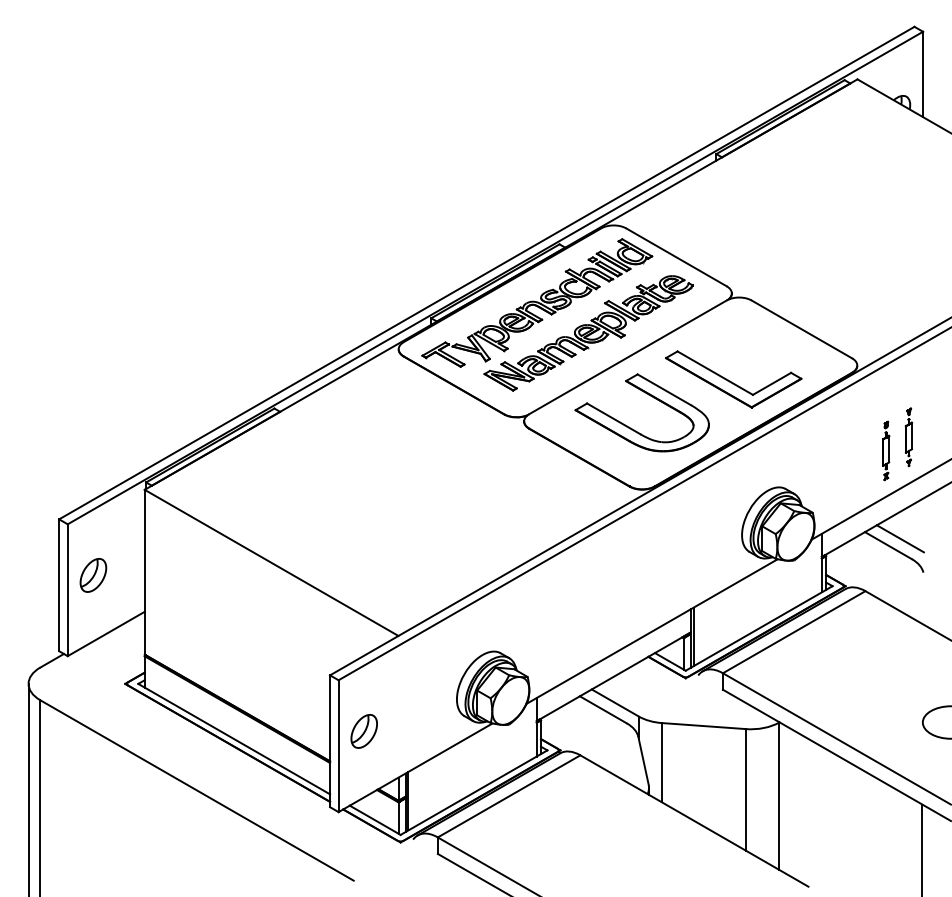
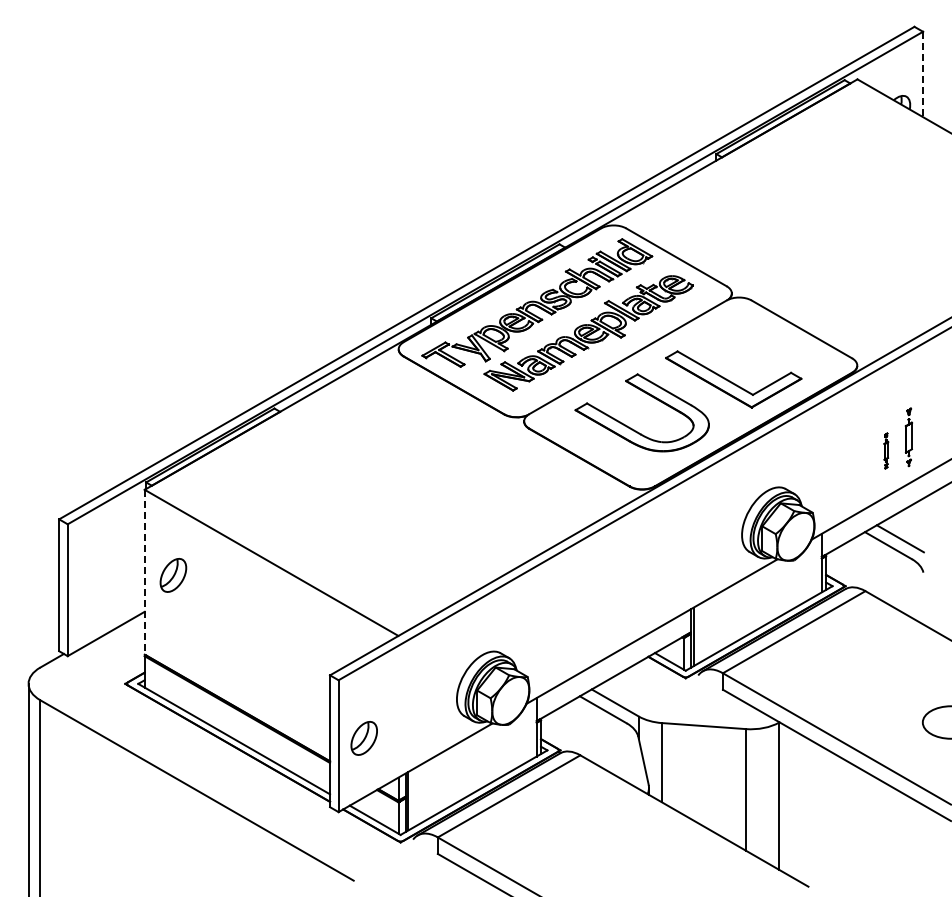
line at (923, 74): solid -> dashed
part at (886, 450) size: 9x62 px -> 7x38 px
line at (144, 572): solid -> dashed
part at (93, 575) position: (93, 575) -> (173, 575)
part at (363, 731) position: (363, 731) -> (363, 738)
line at (922, 848): present -> none
